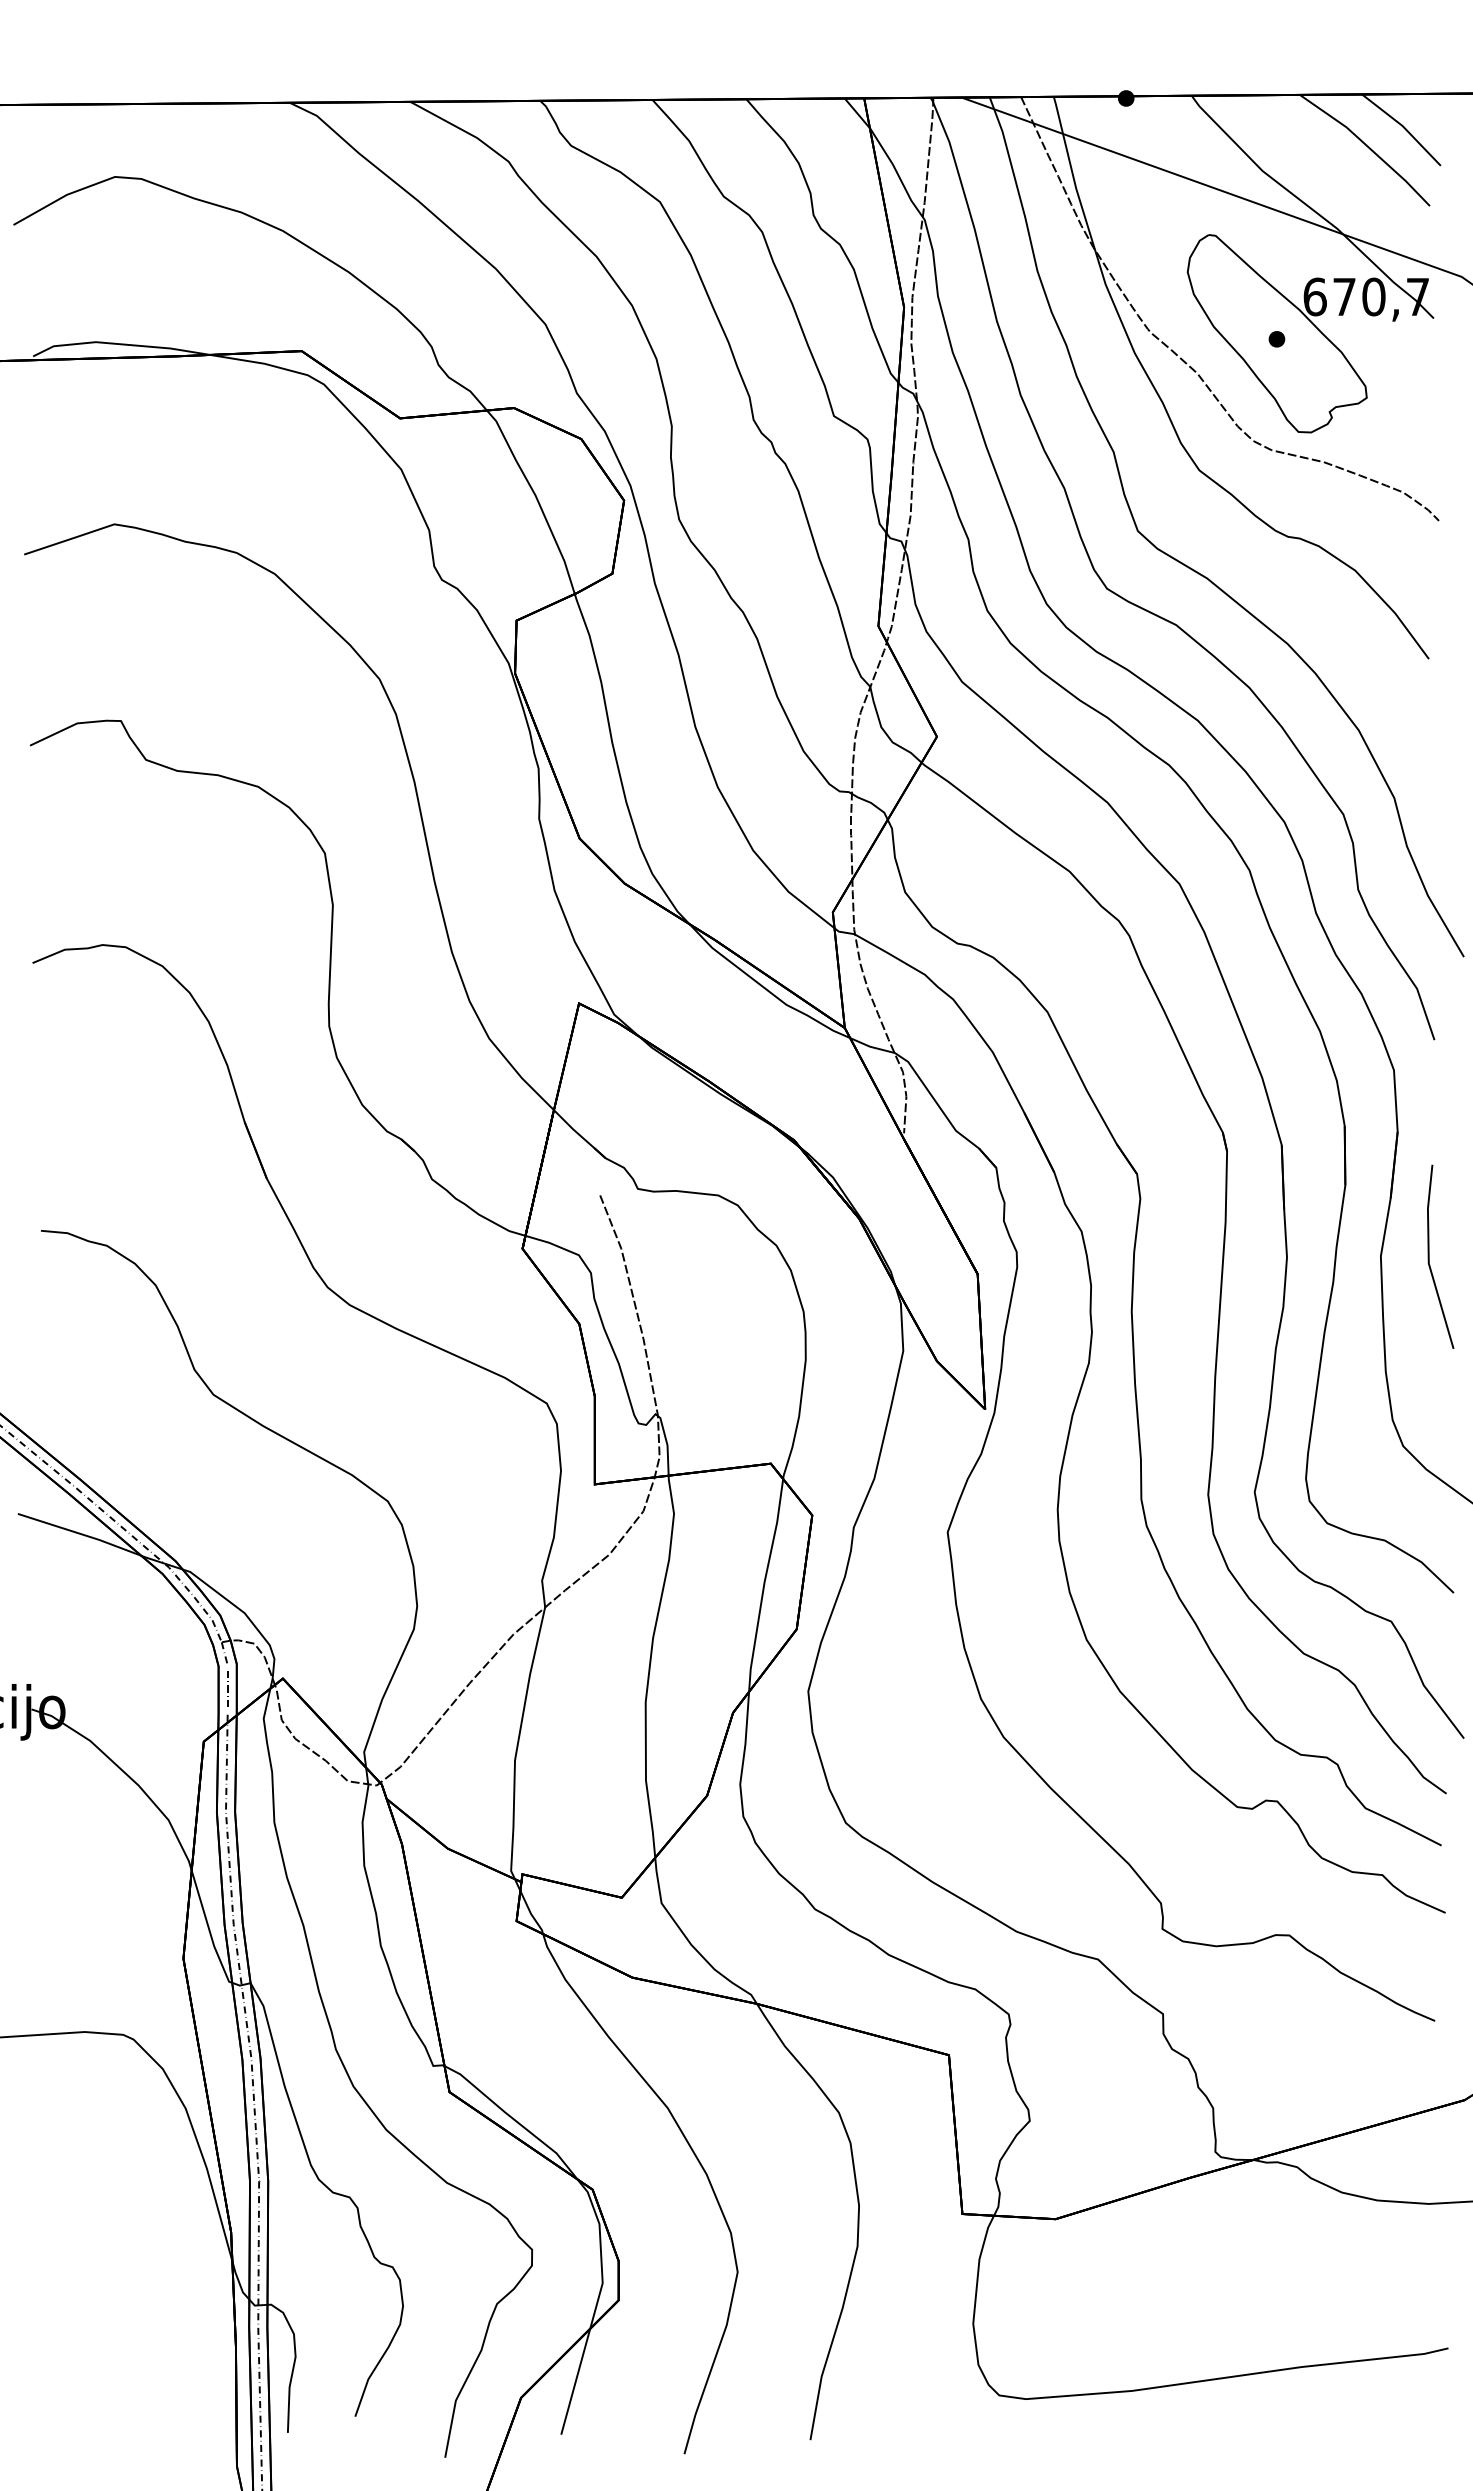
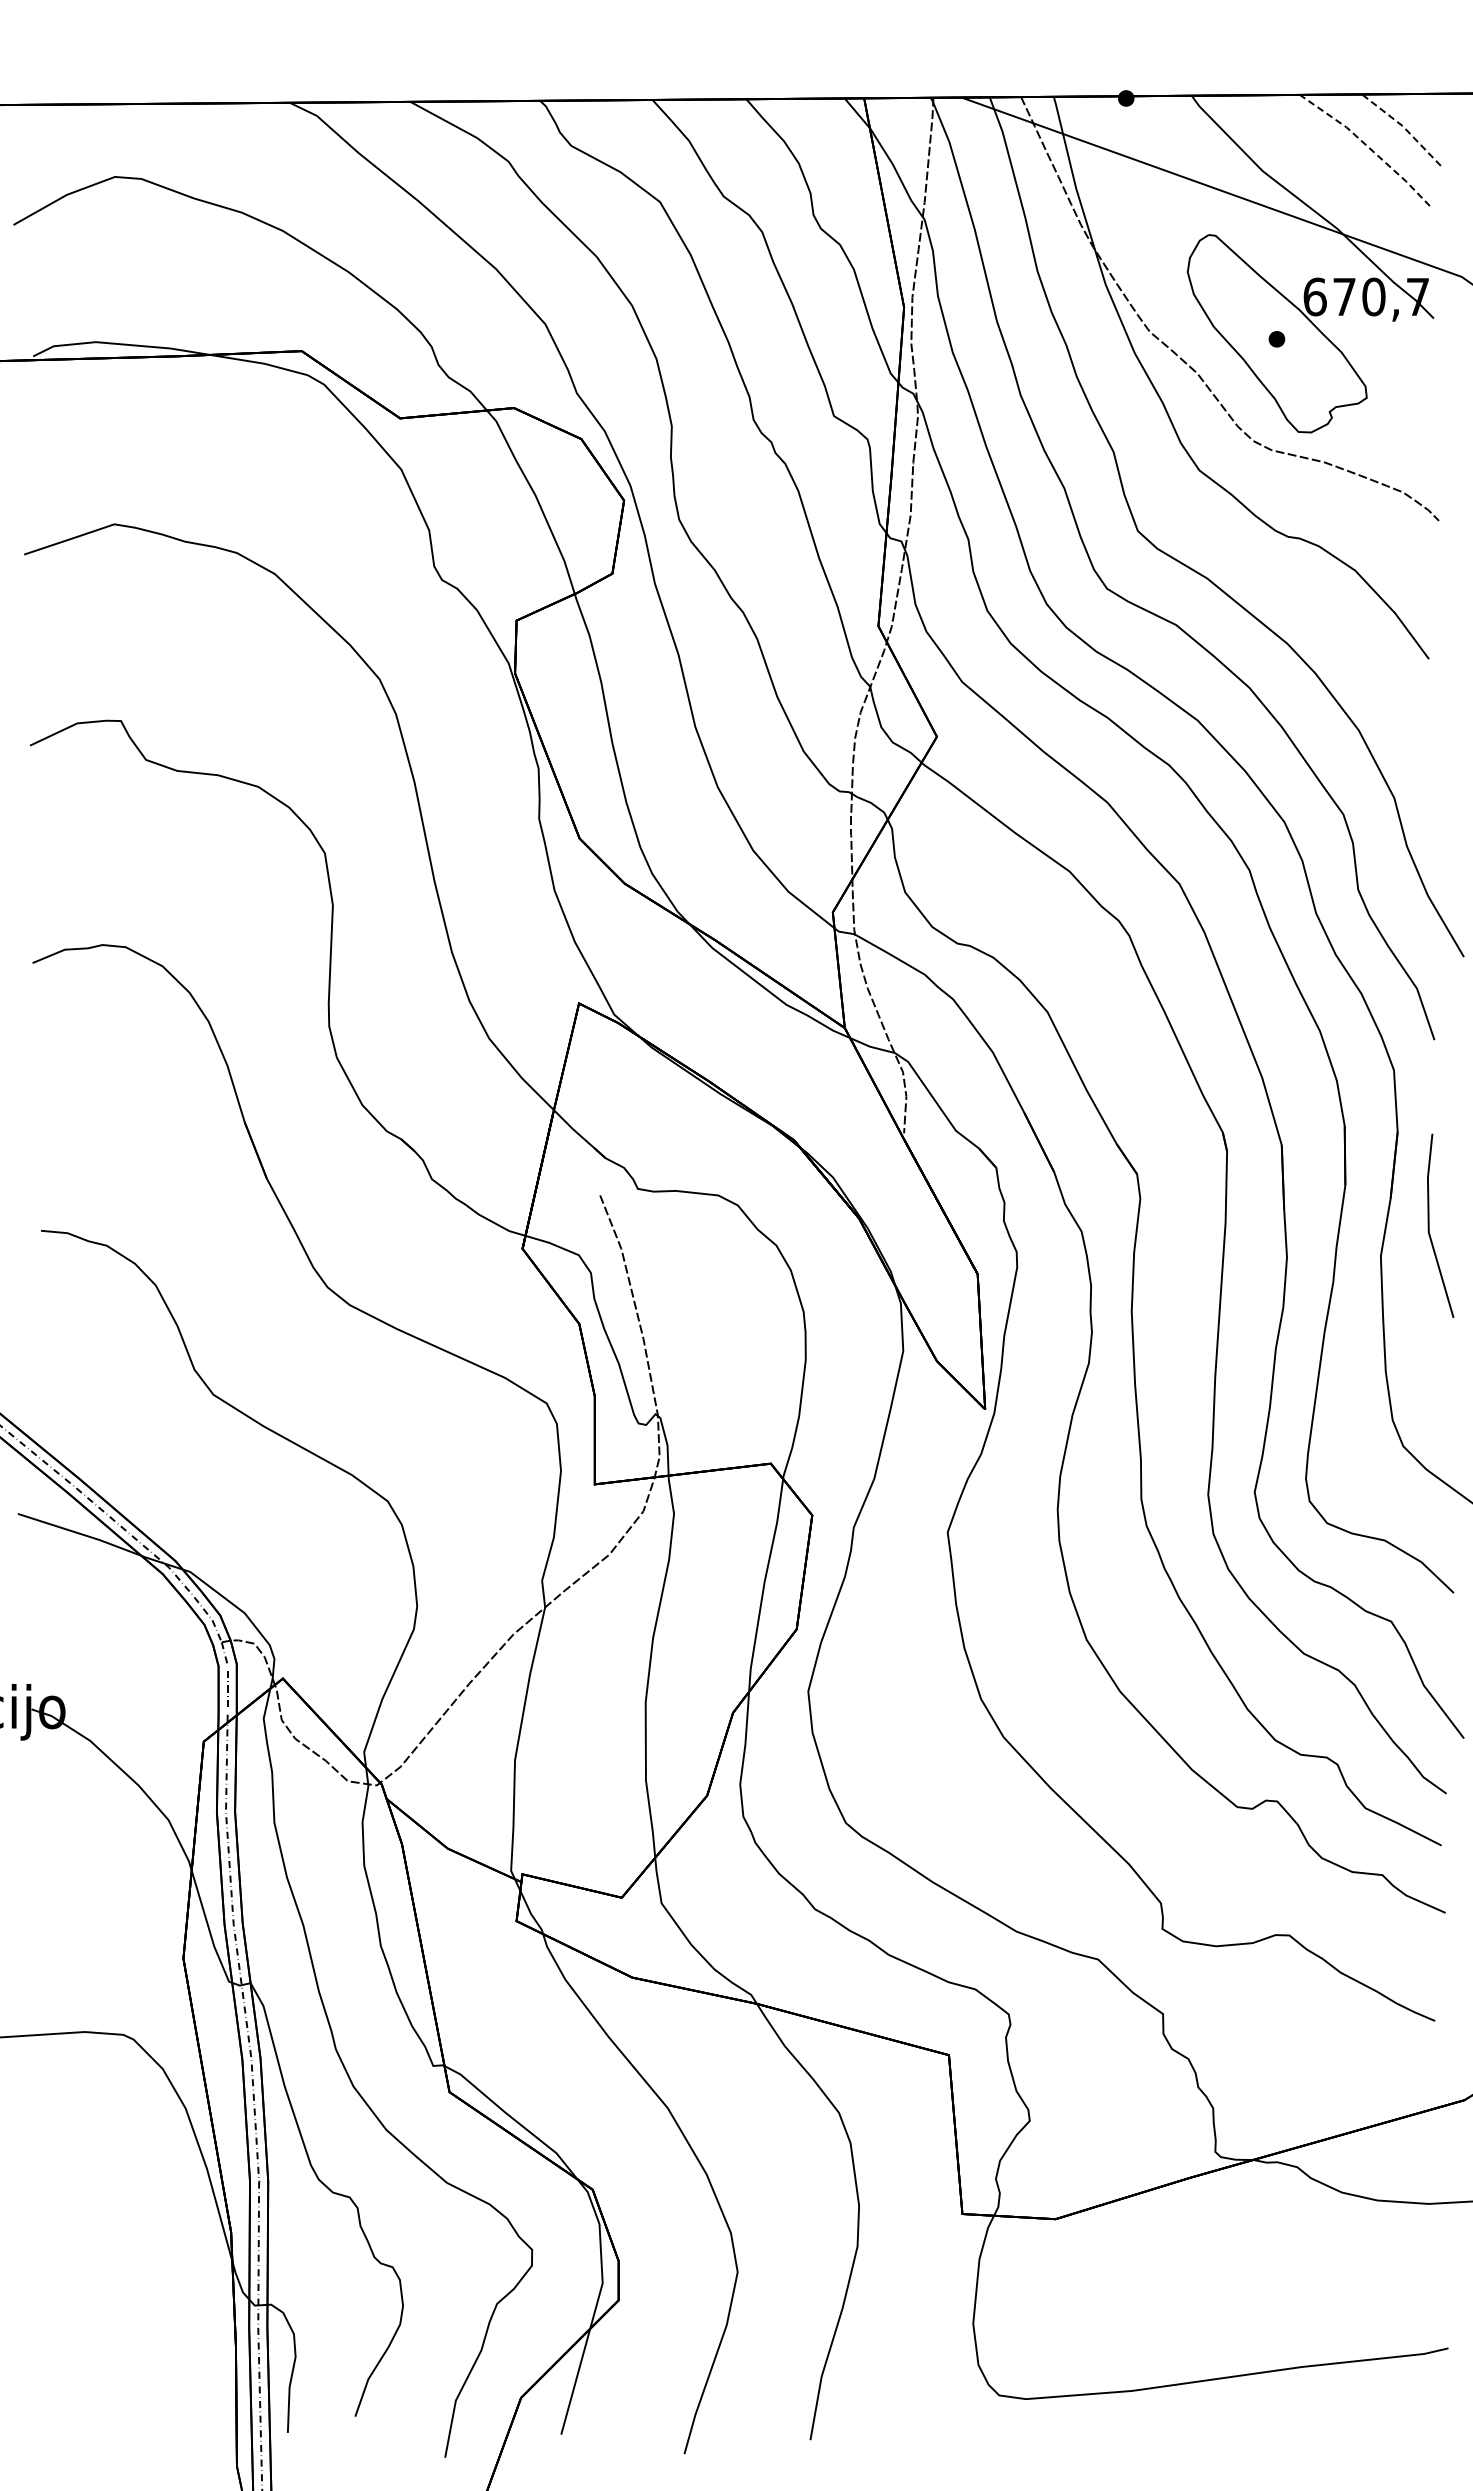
line at (1403, 126): solid -> dashed
line at (1367, 146): solid -> dashed
line at (1429, 1256) position: (1429, 1256) -> (1429, 1225)
